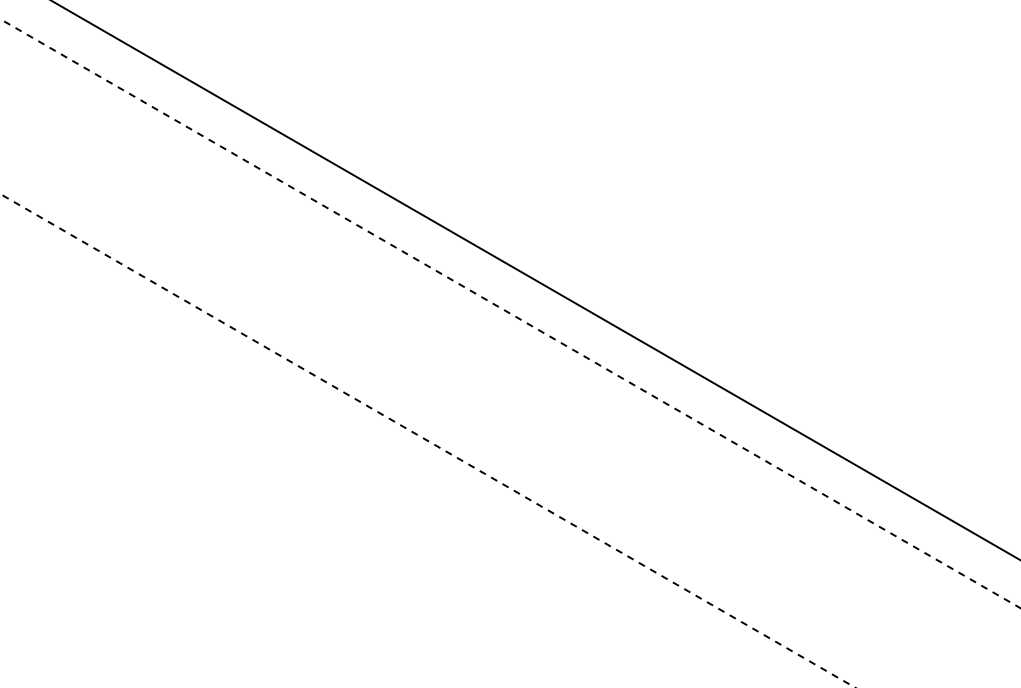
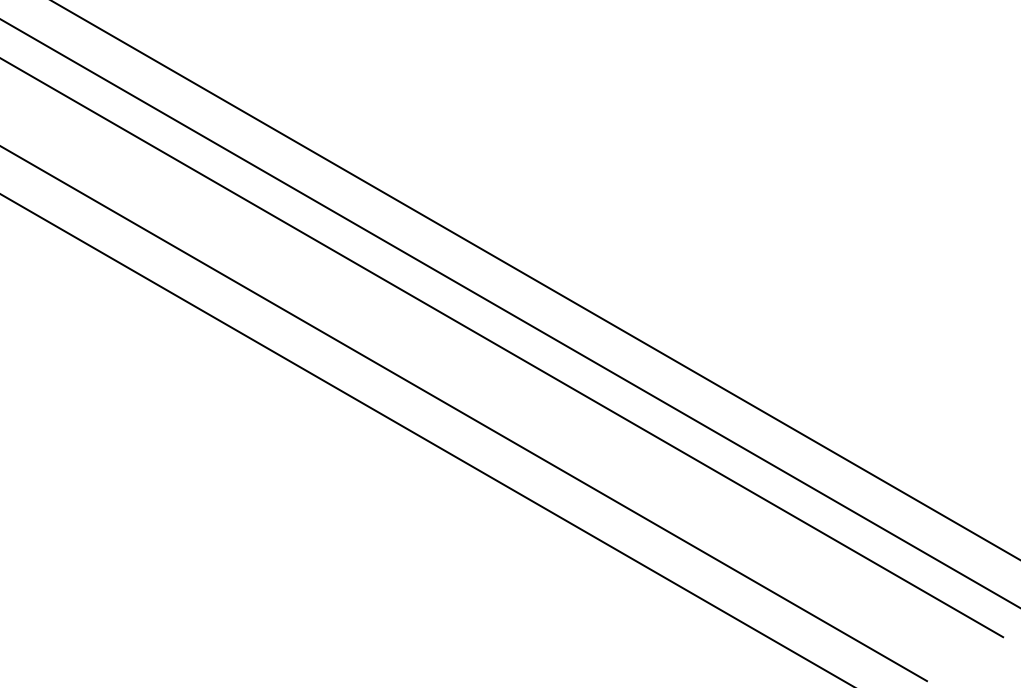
line at (510, 313): dashed -> solid
line at (502, 348): none -> present
line at (464, 414): none -> present
line at (427, 440): dashed -> solid
